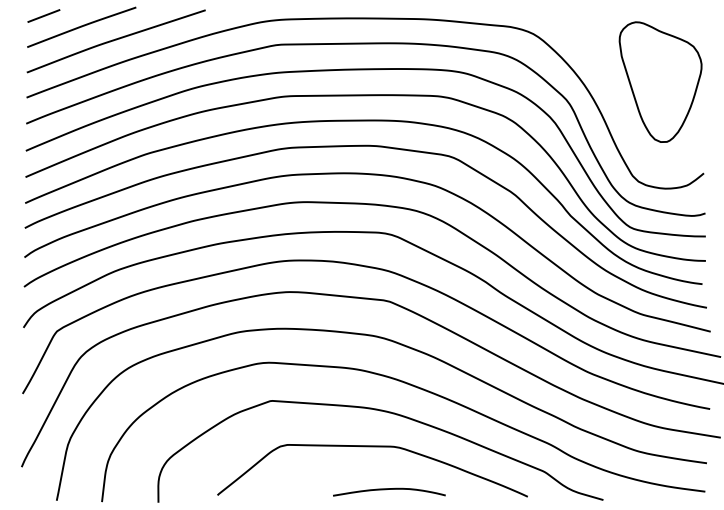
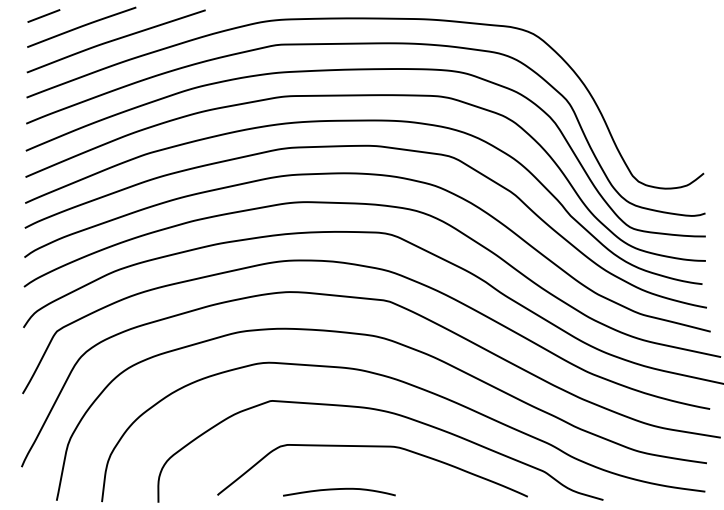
part at (660, 81): present -> none
curve at (389, 489) position: (389, 489) -> (339, 489)
